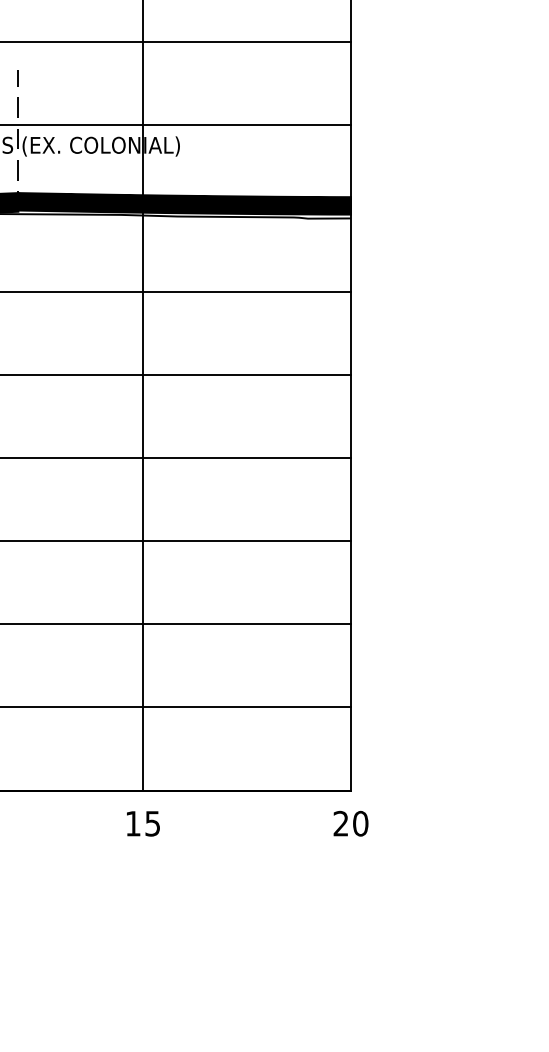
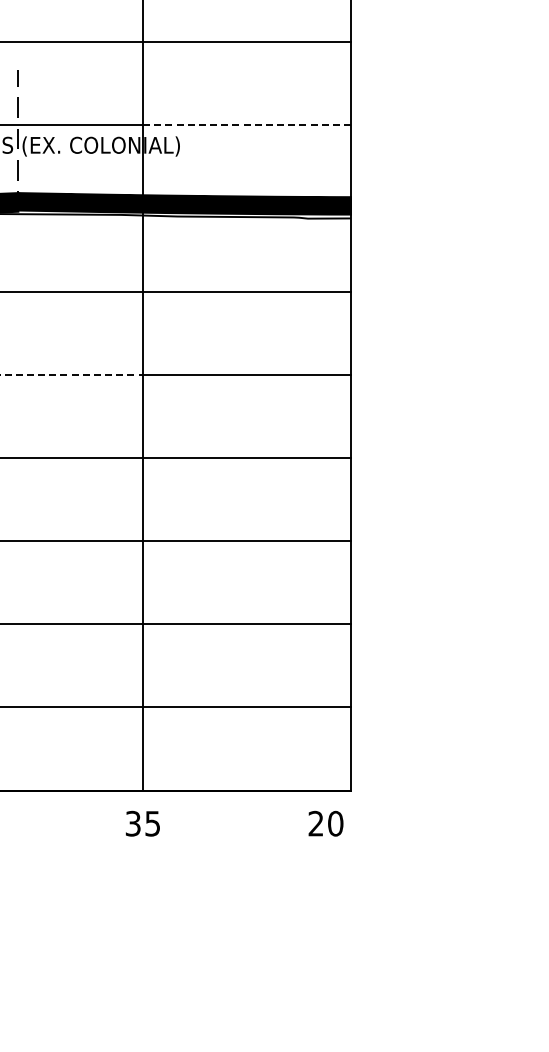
line at (247, 125): solid -> dashed
line at (72, 374): solid -> dashed
text at (132, 823): 15 -> 35
text at (350, 823) position: (350, 823) -> (325, 823)
